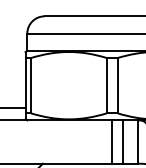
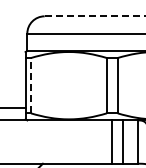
line at (95, 16): solid -> dashed
line at (31, 85): solid -> dashed
